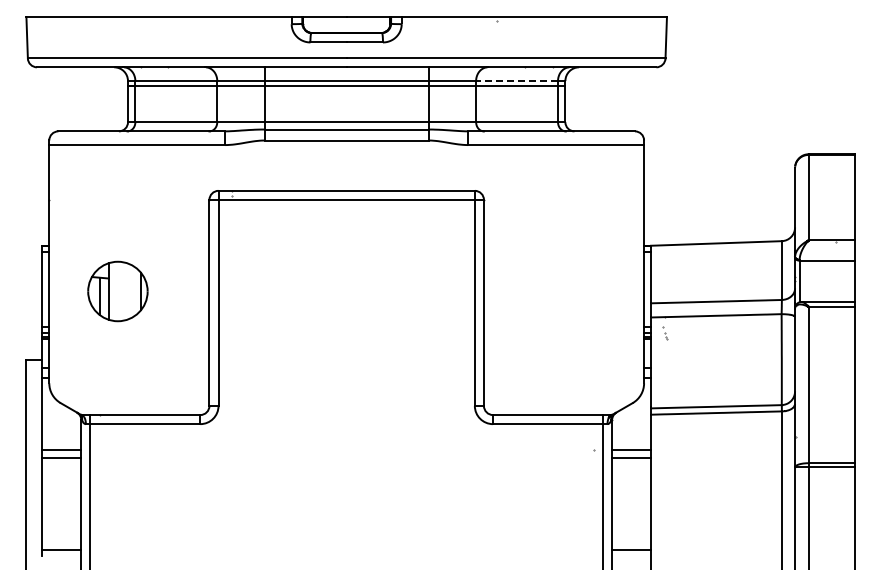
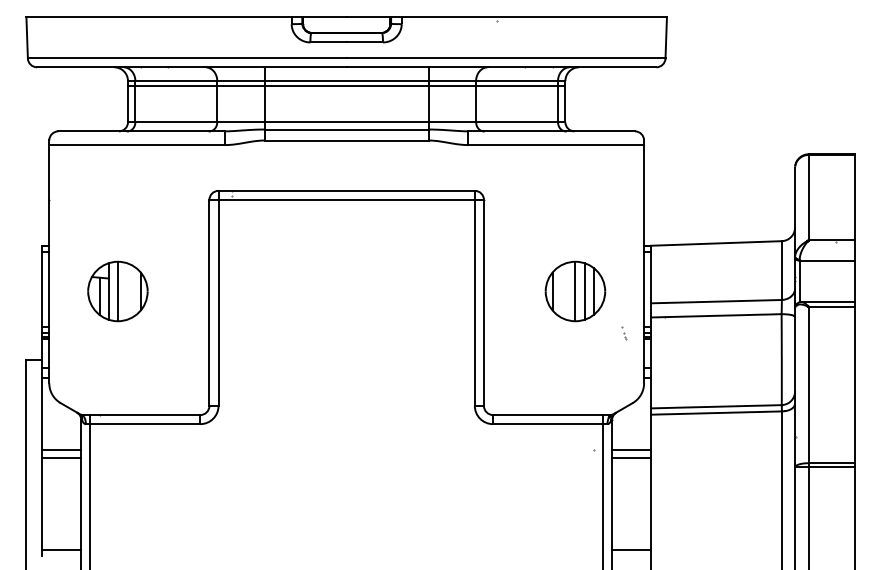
line at (517, 81): dashed -> solid
line at (117, 291): none -> present
part at (575, 291): none -> present
part at (665, 333) position: (665, 333) -> (624, 333)
